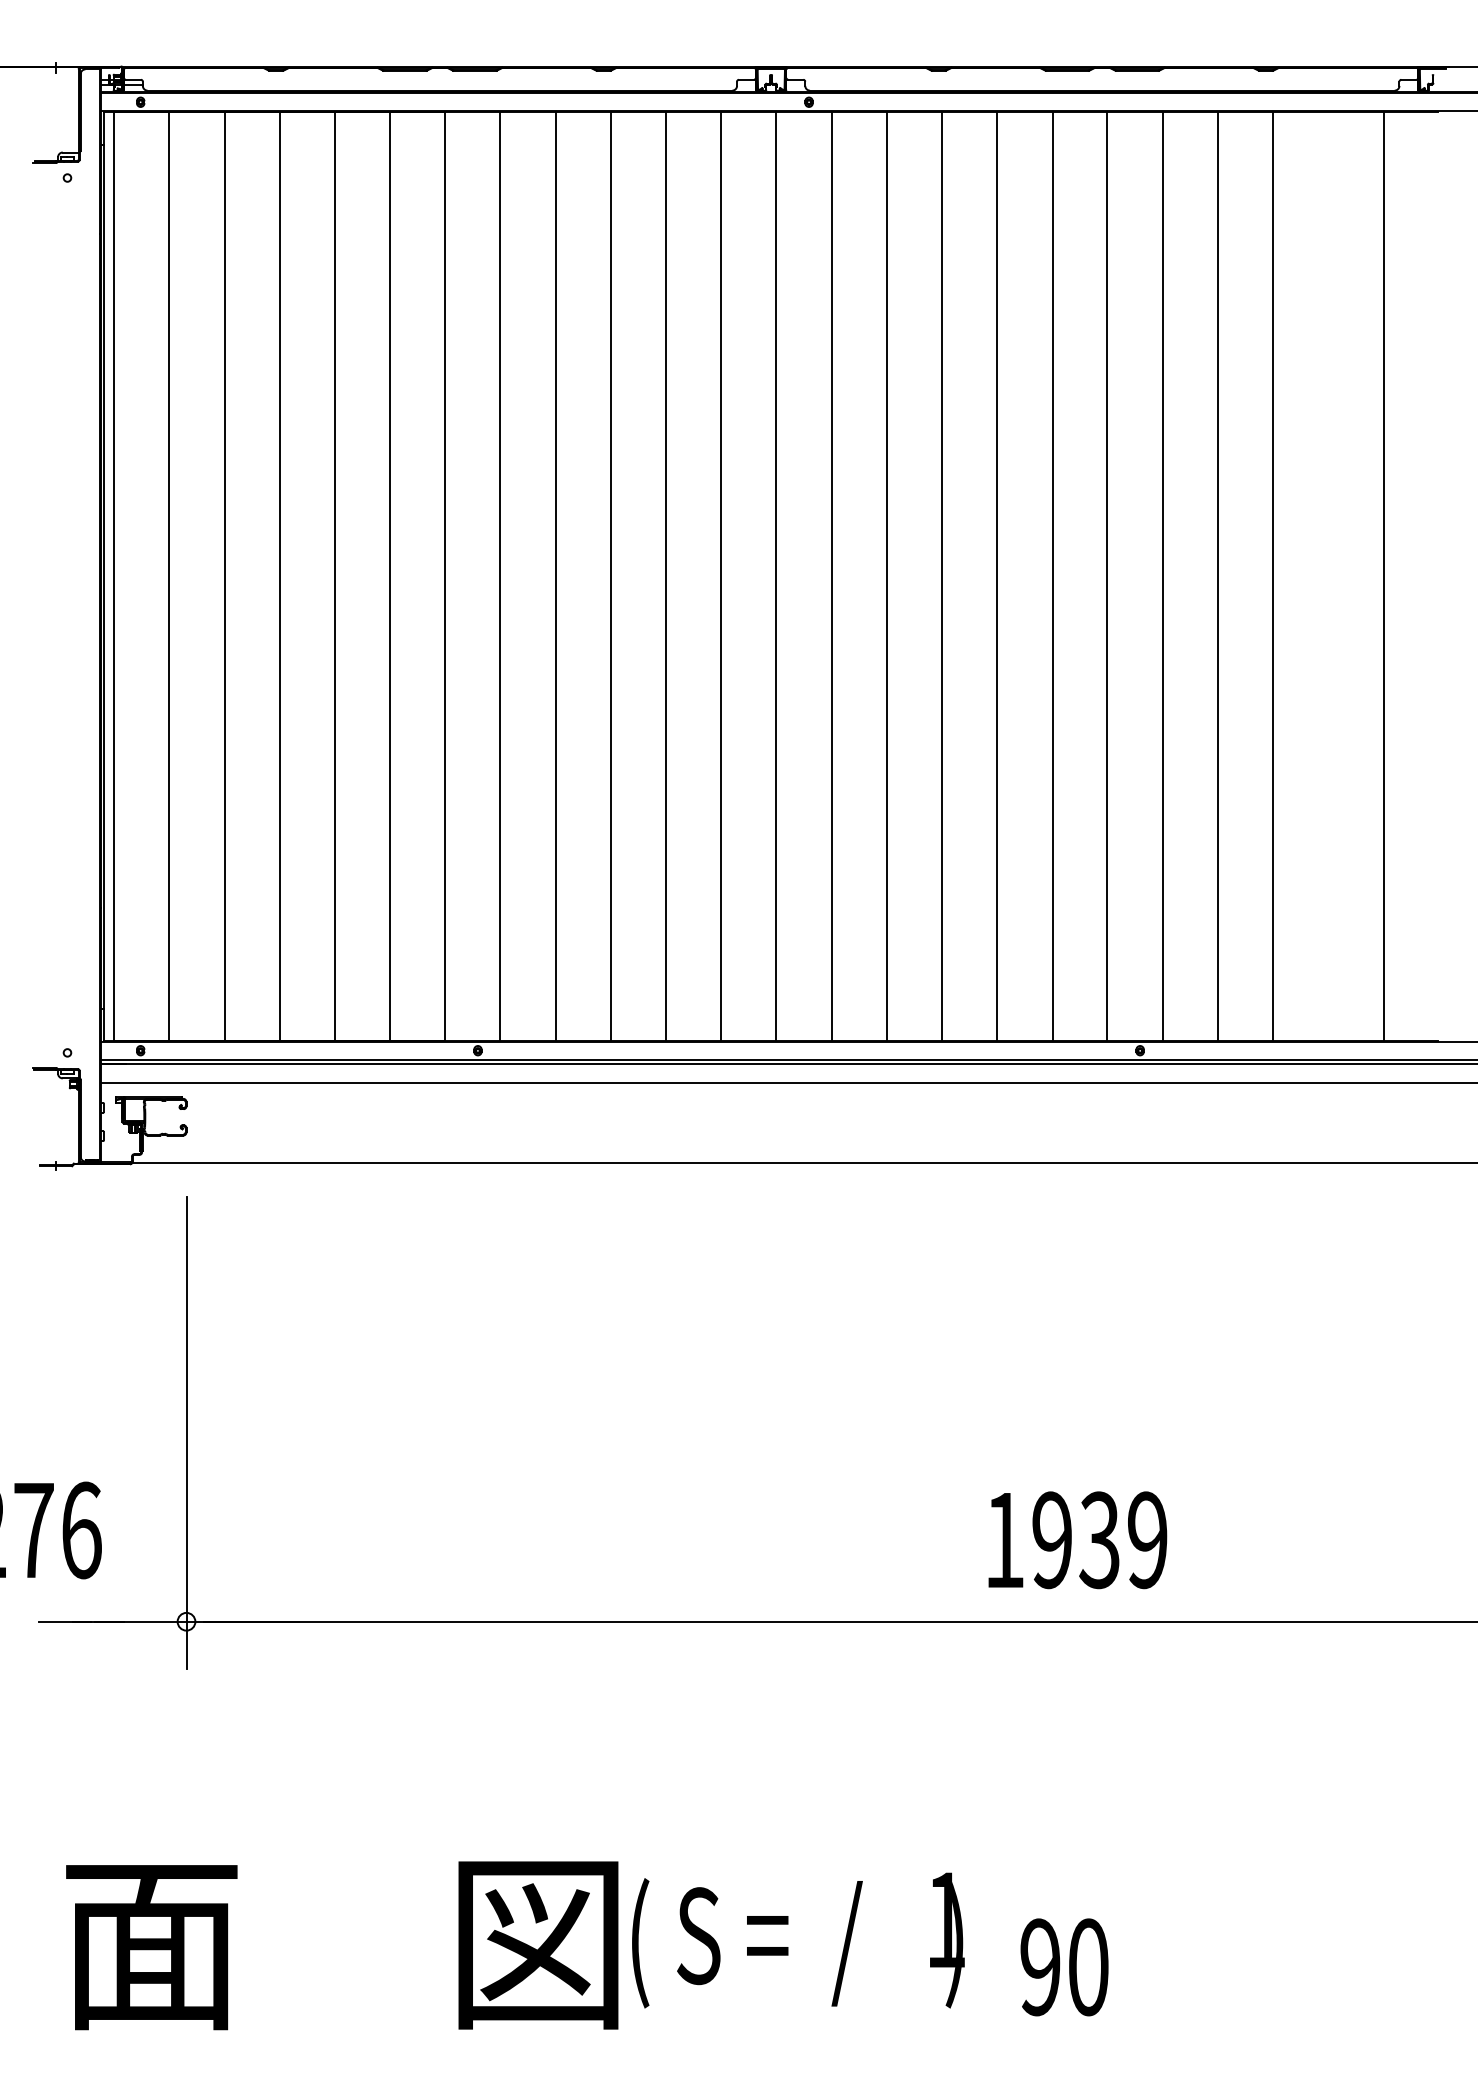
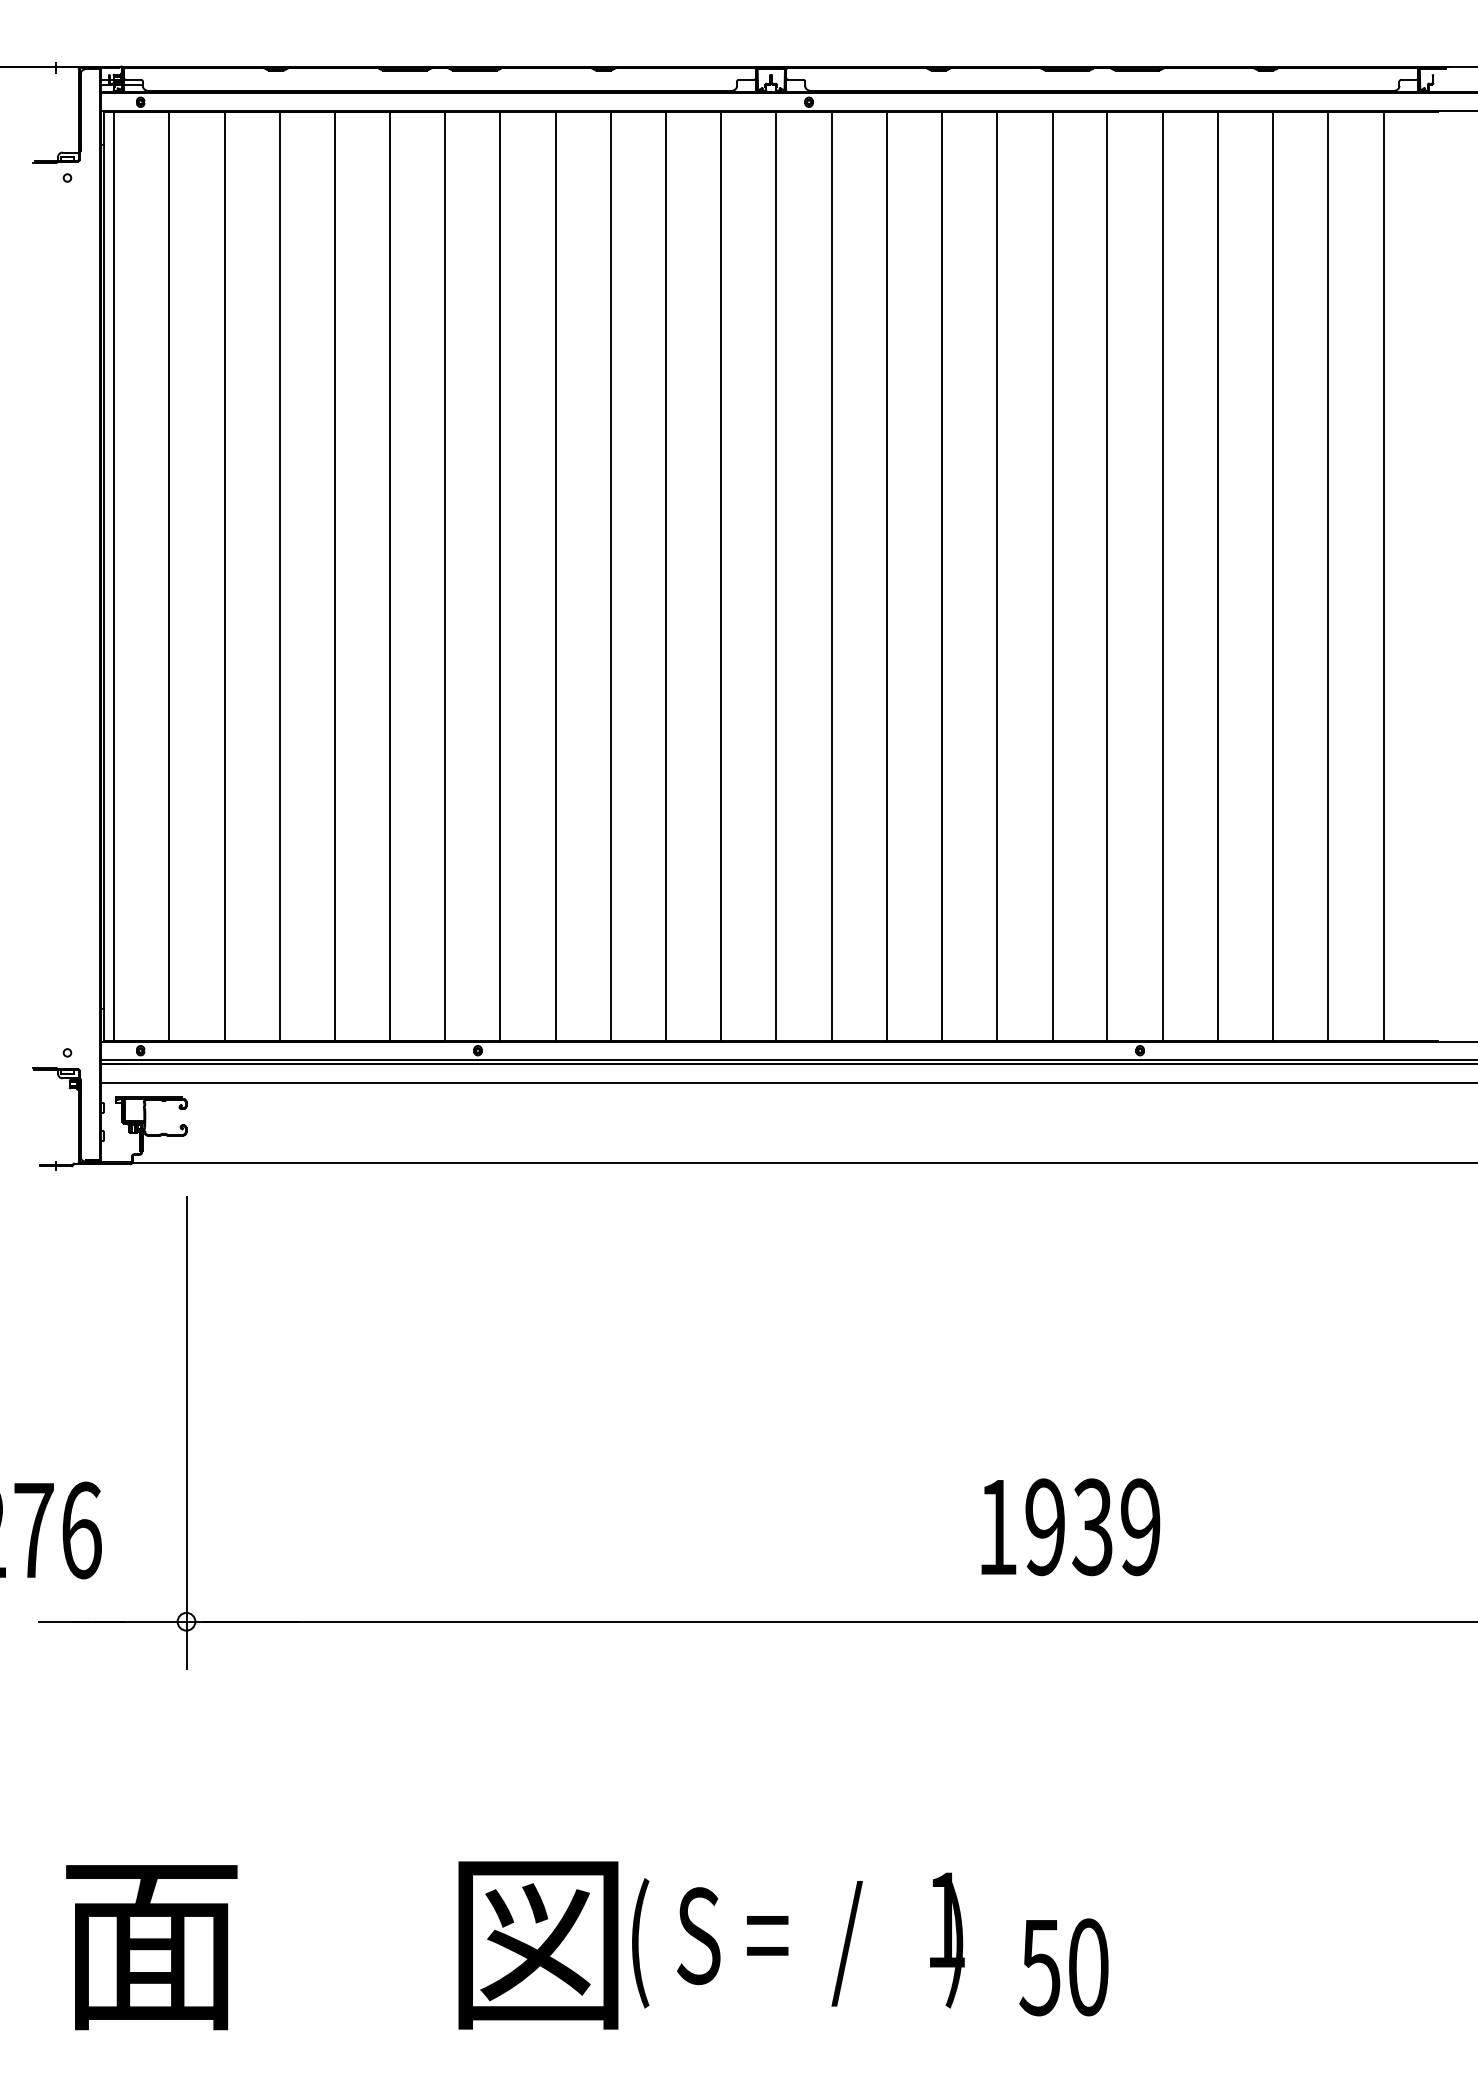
line at (1328, 575): none -> present
text at (1077, 1540) position: (1077, 1540) -> (1070, 1527)
text at (1039, 1967): 90 -> 50
